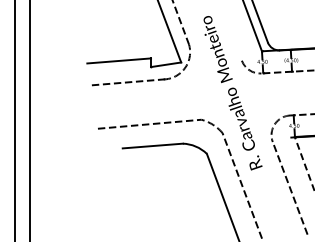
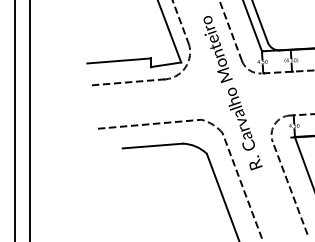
line at (230, 31): none -> present
line at (304, 164): dashed -> solid
